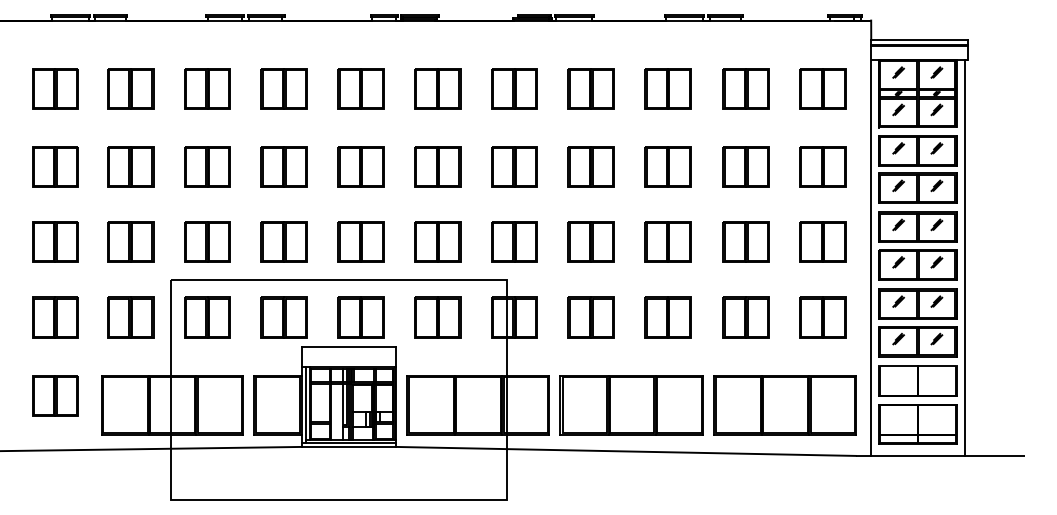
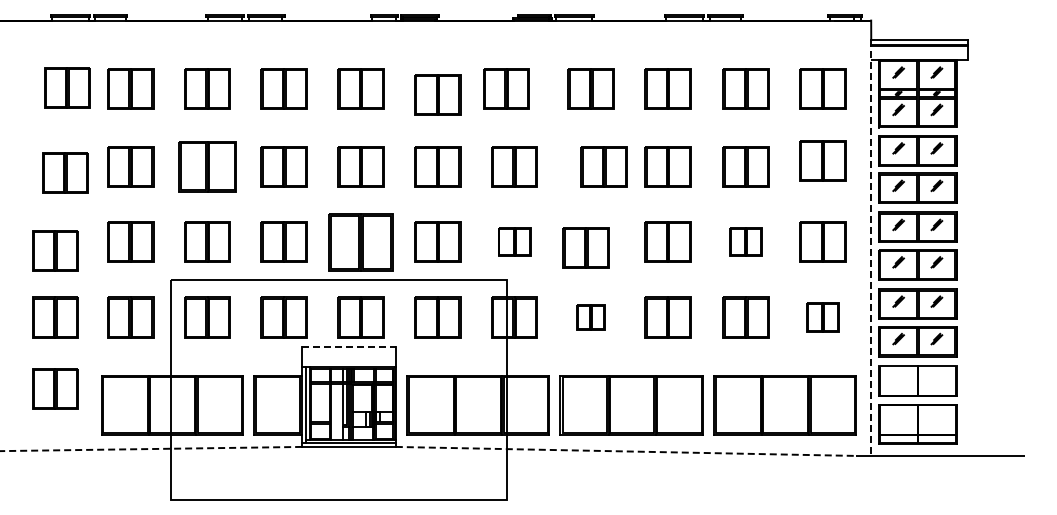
part at (55, 88) position: (55, 88) -> (67, 87)
part at (437, 88) position: (437, 88) -> (437, 94)
part at (514, 88) position: (514, 88) -> (506, 88)
part at (55, 166) position: (55, 166) -> (65, 172)
part at (207, 166) size: 47x42 px -> 59x52 px
part at (590, 166) position: (590, 166) -> (603, 166)
part at (822, 166) position: (822, 166) -> (822, 160)
part at (55, 241) position: (55, 241) -> (55, 250)
part at (360, 241) size: 48x42 px -> 66x59 px
part at (514, 241) size: 47x42 px -> 34x30 px
part at (590, 241) position: (590, 241) -> (585, 247)
part at (745, 241) size: 48x42 px -> 34x30 px
line at (871, 248): solid -> dashed
line at (964, 257): present -> none
part at (590, 317) size: 48x43 px -> 30x27 px
part at (822, 317) size: 48x43 px -> 34x31 px
line at (349, 347): solid -> dashed
part at (55, 395) position: (55, 395) -> (55, 388)
line at (151, 449): solid -> dashed
line at (626, 451): solid -> dashed
